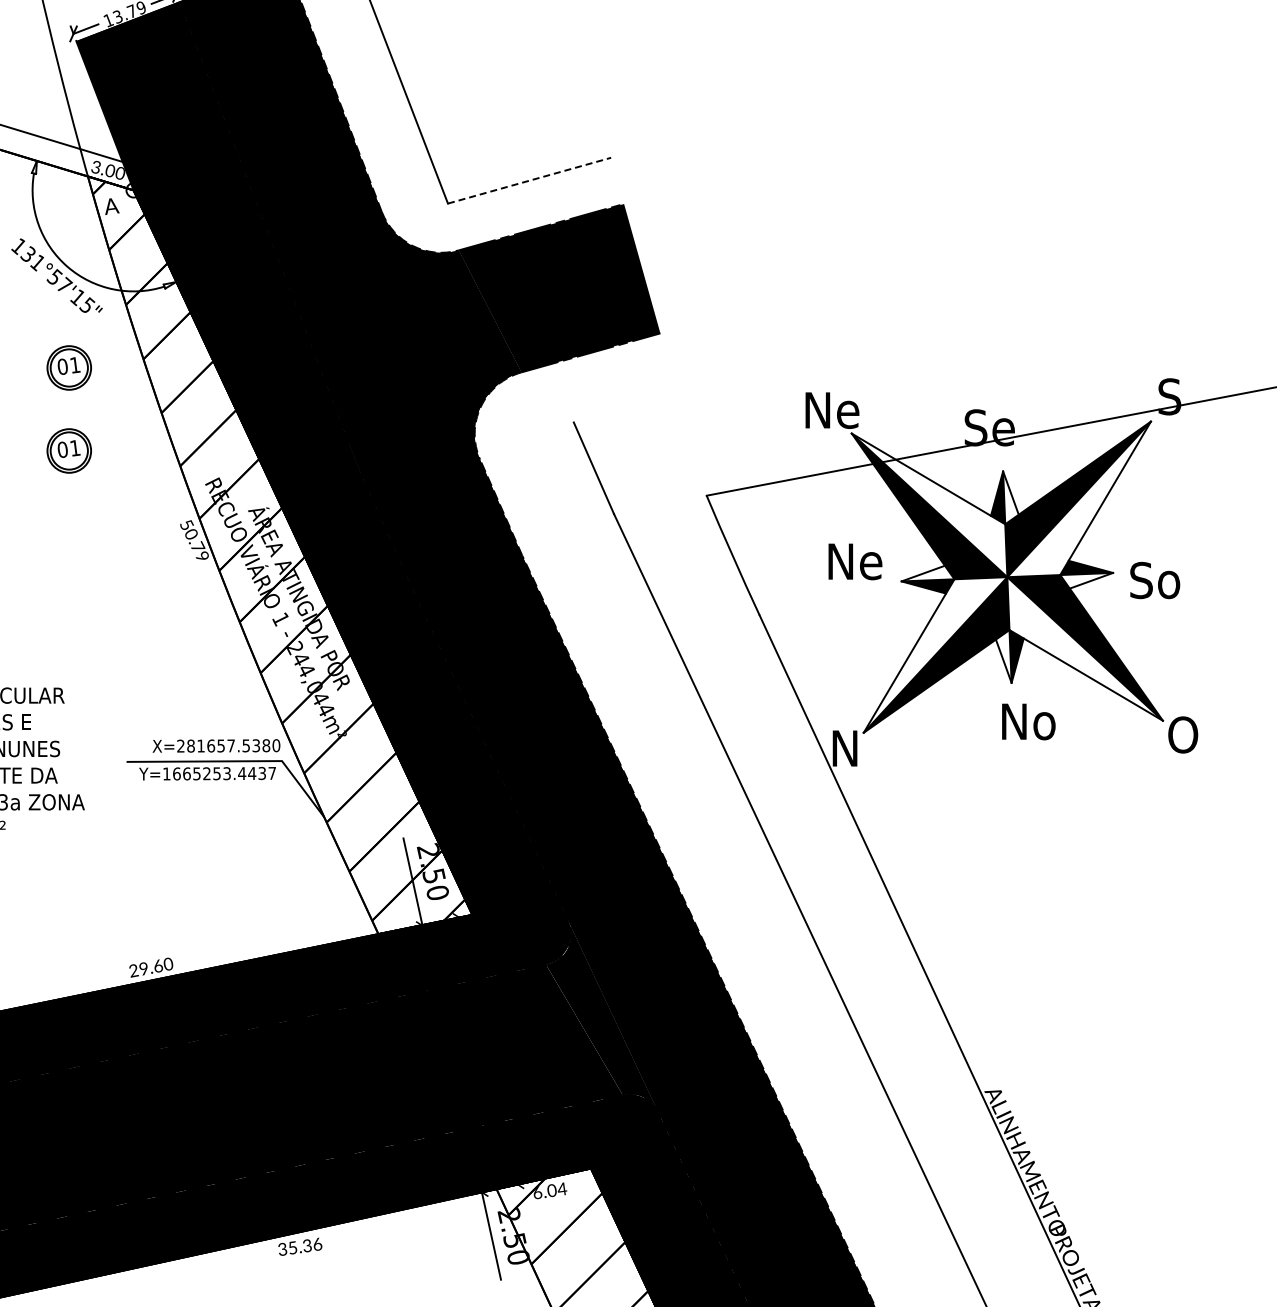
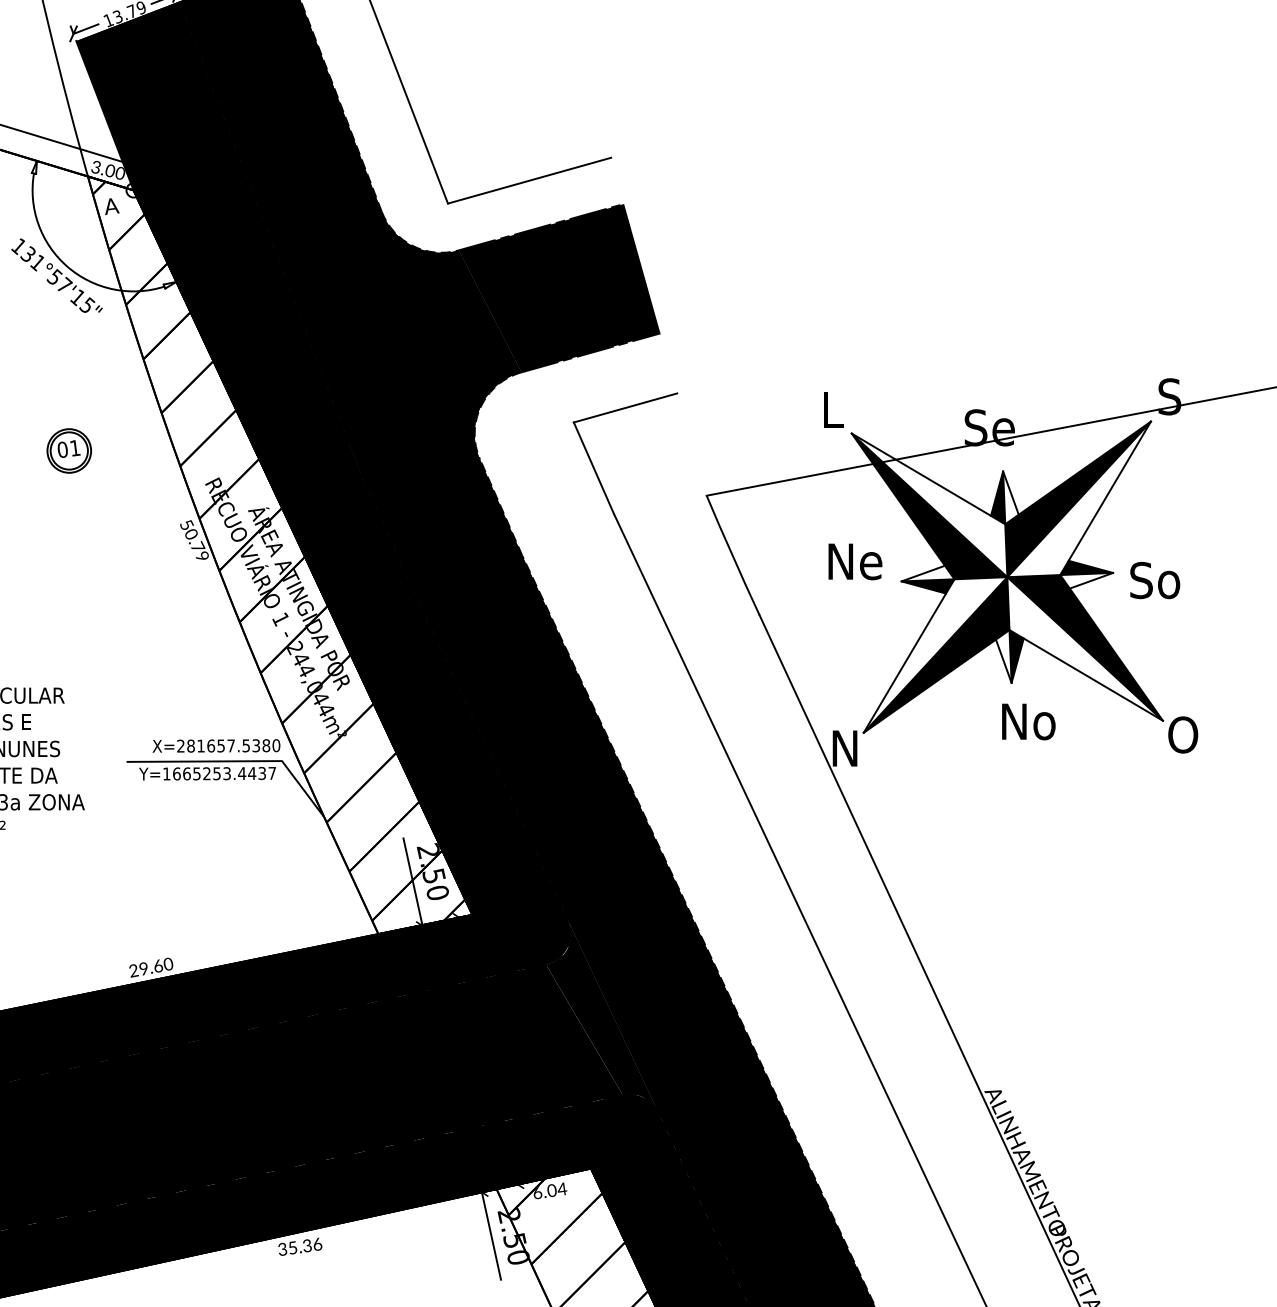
line at (529, 180): dashed -> solid
part at (68, 367): present -> none
line at (625, 407): none -> present
text at (832, 410): Ne -> L
